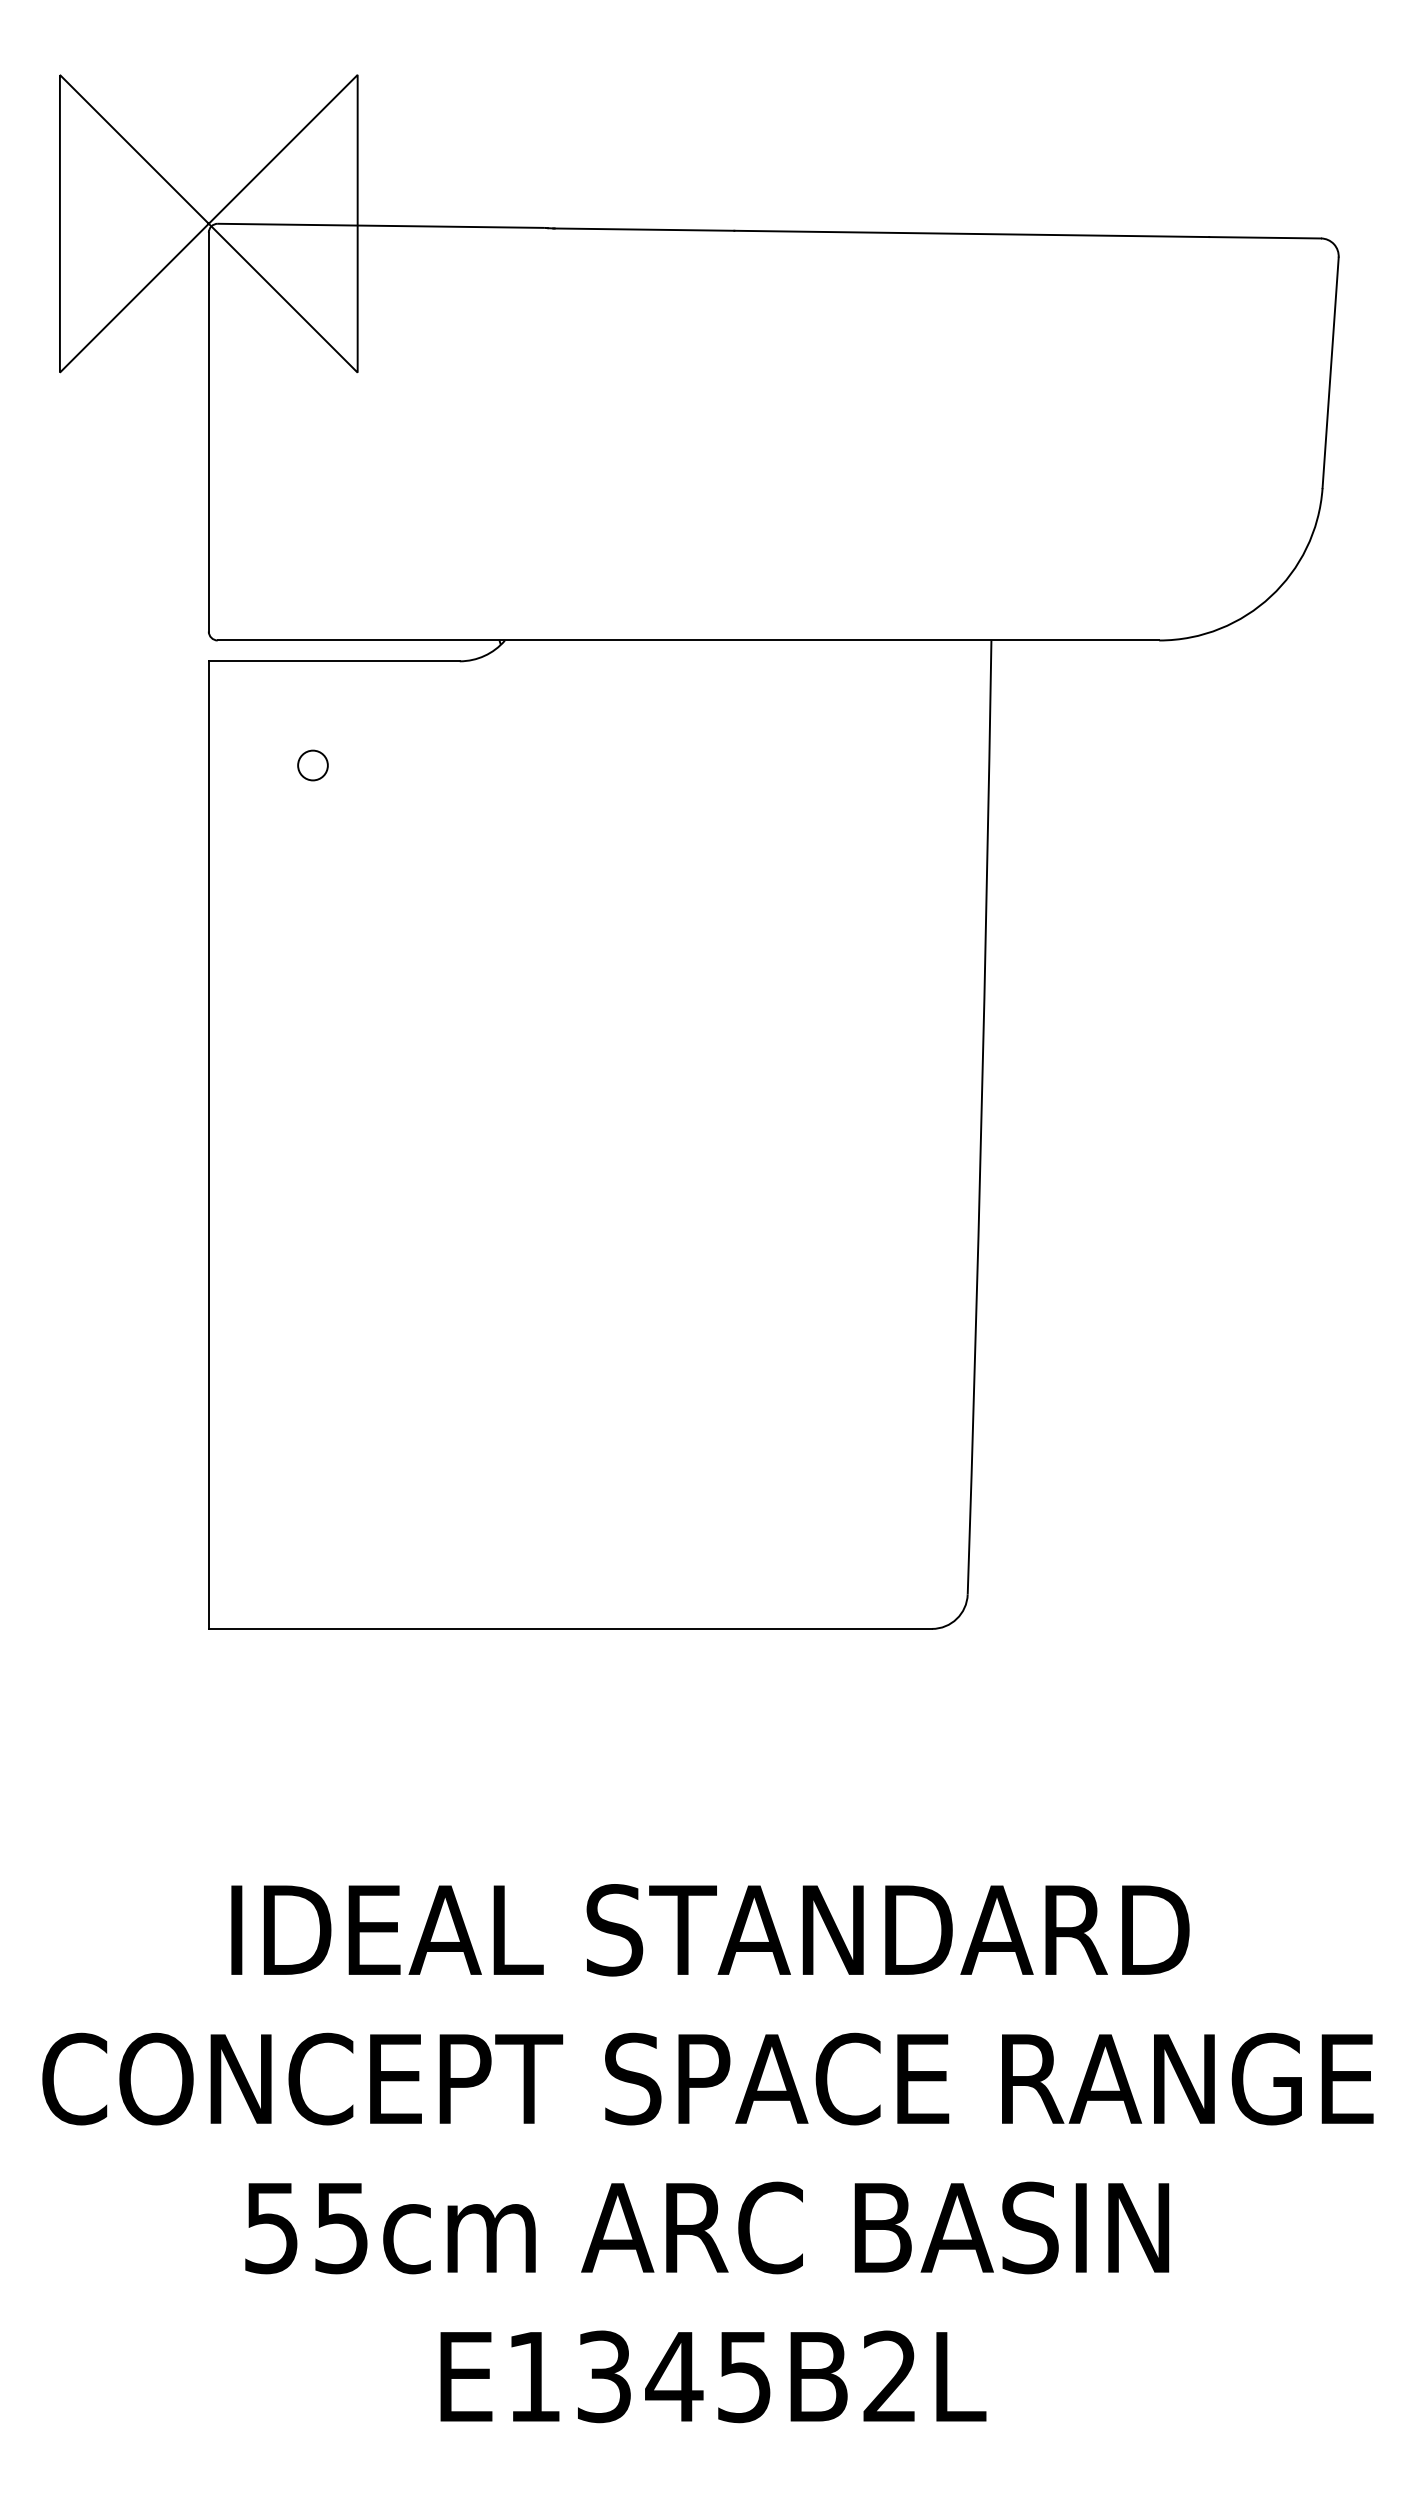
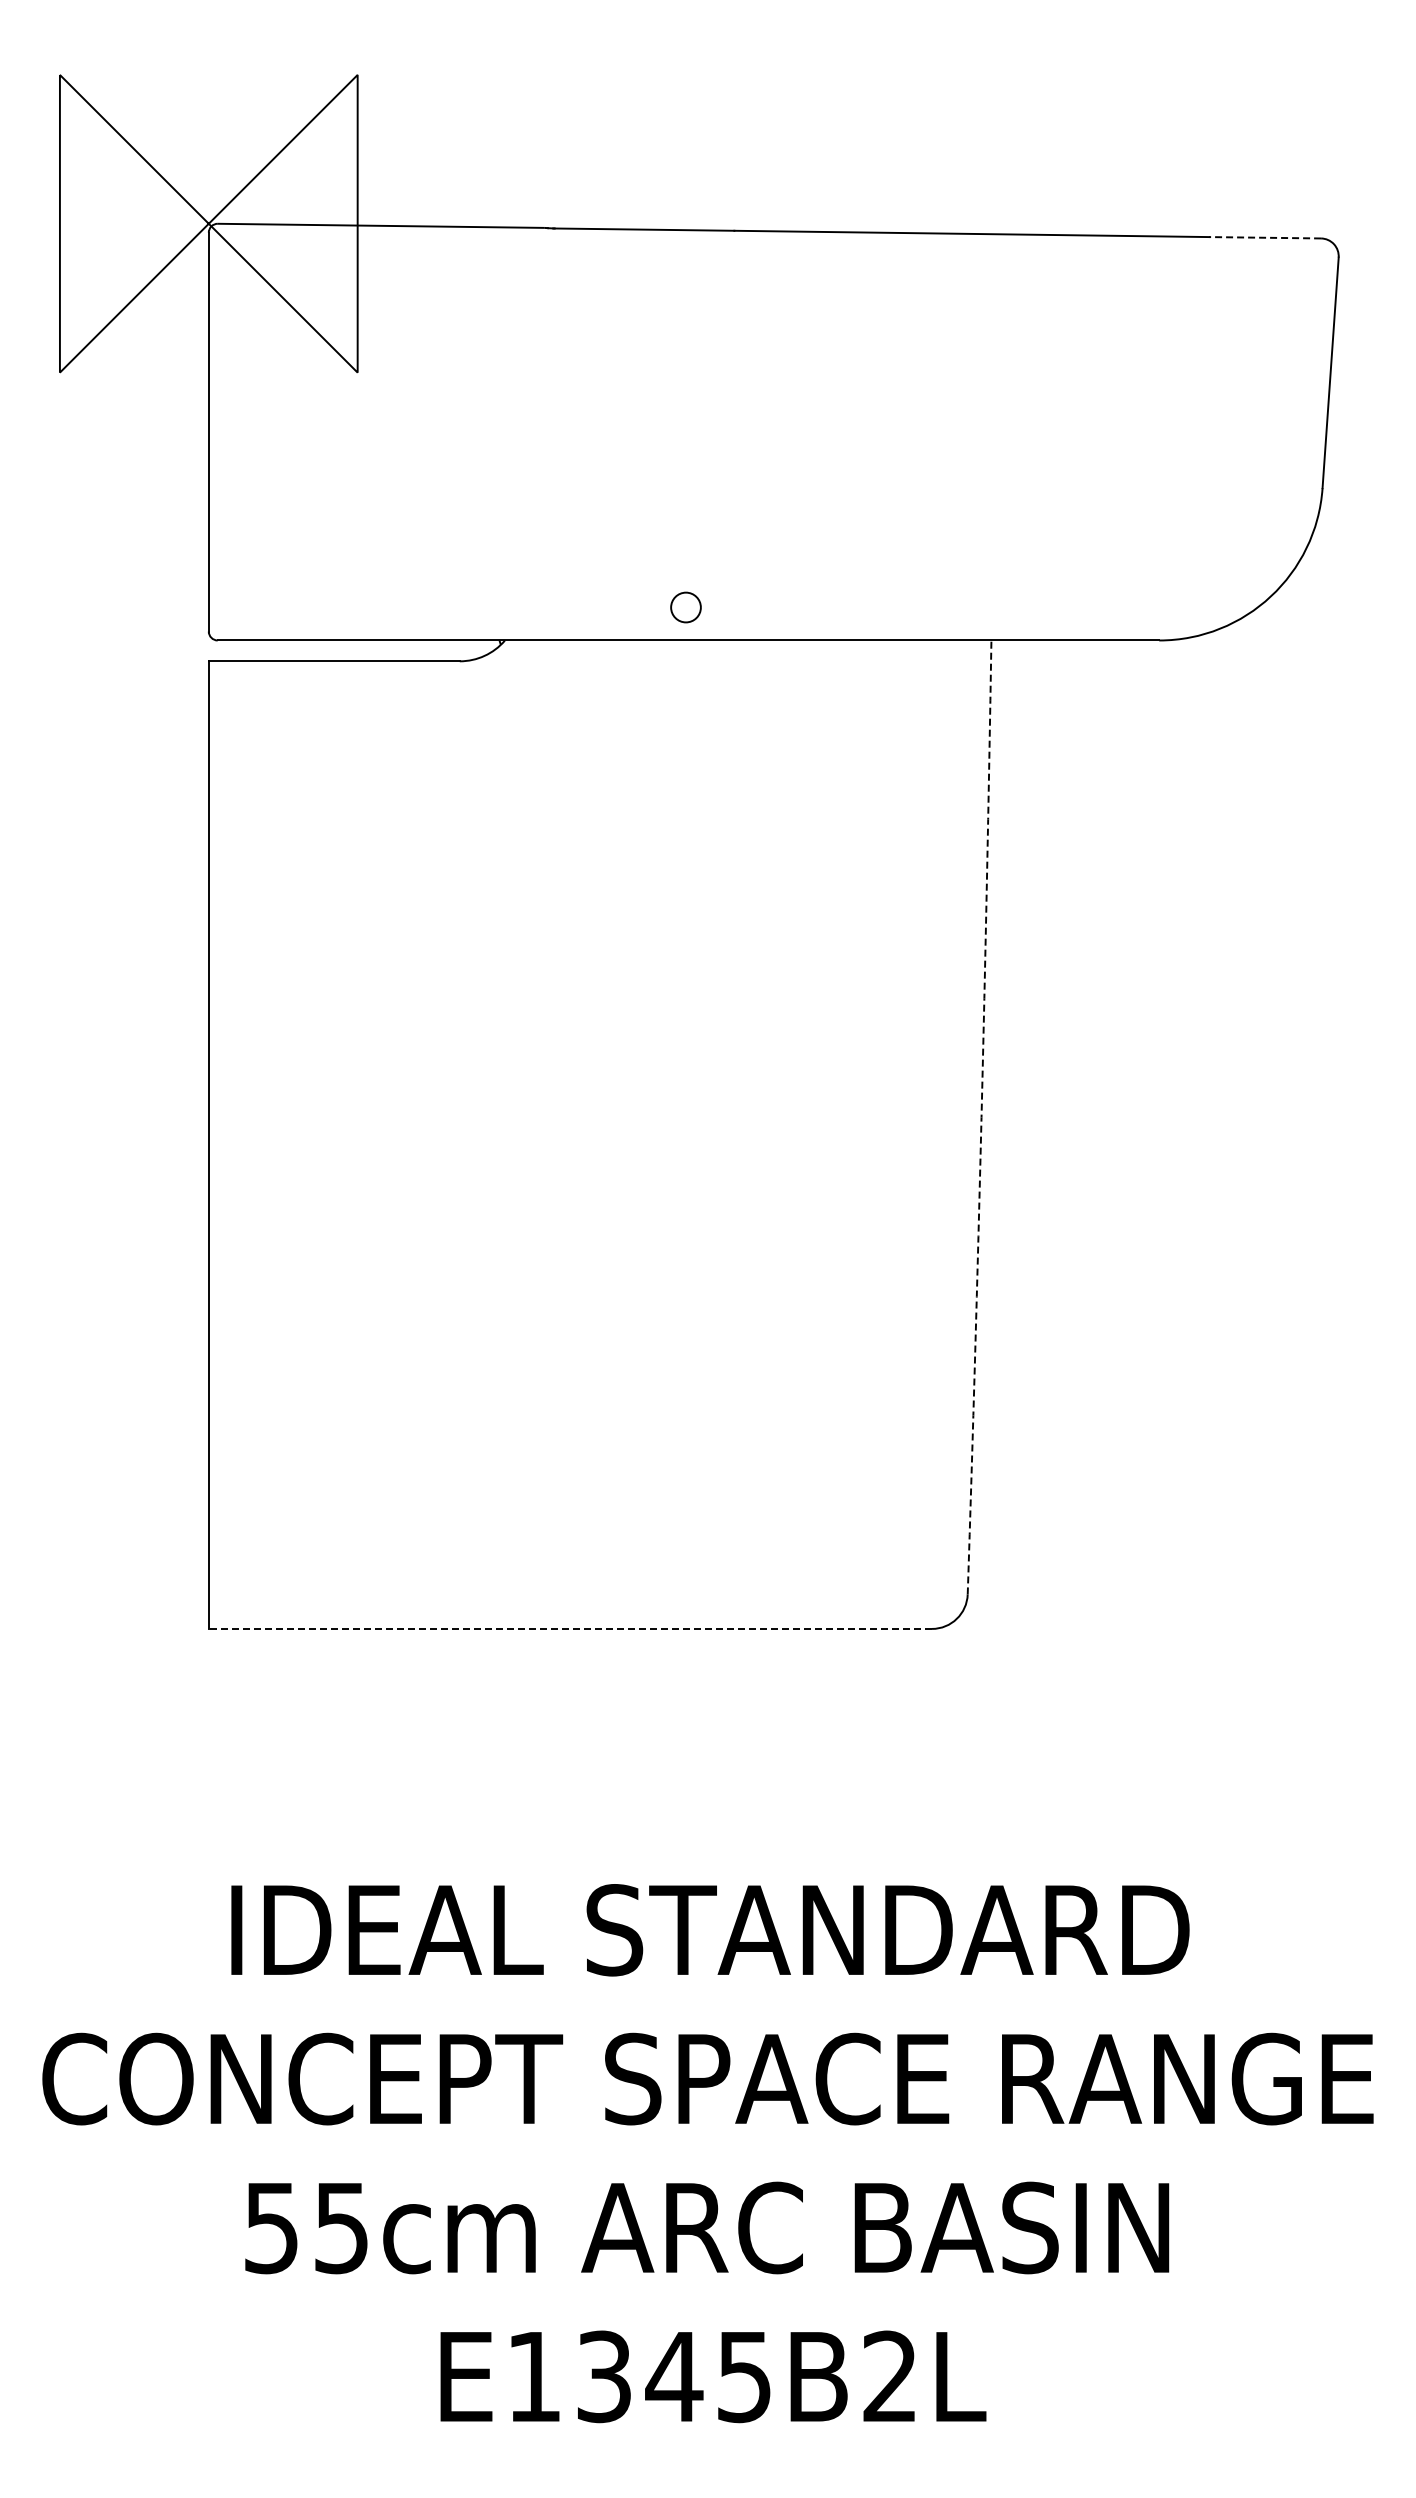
line at (1265, 237): solid -> dashed
circle at (312, 765) position: (312, 765) -> (685, 607)
arc at (981, 1117): solid -> dashed
line at (570, 1628): solid -> dashed
